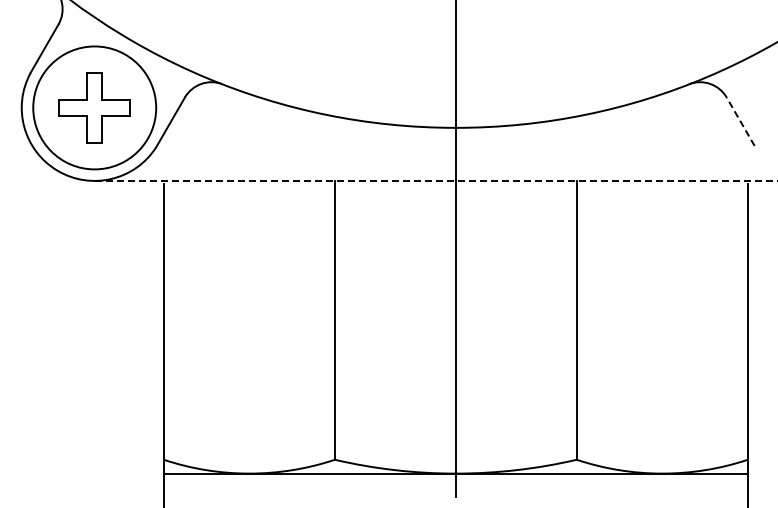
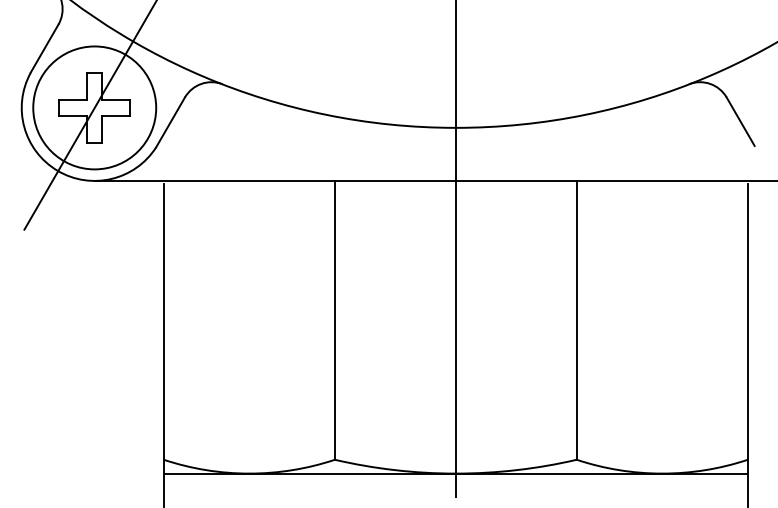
line at (89, 116): none -> present
line at (740, 121): dashed -> solid
line at (436, 180): dashed -> solid
